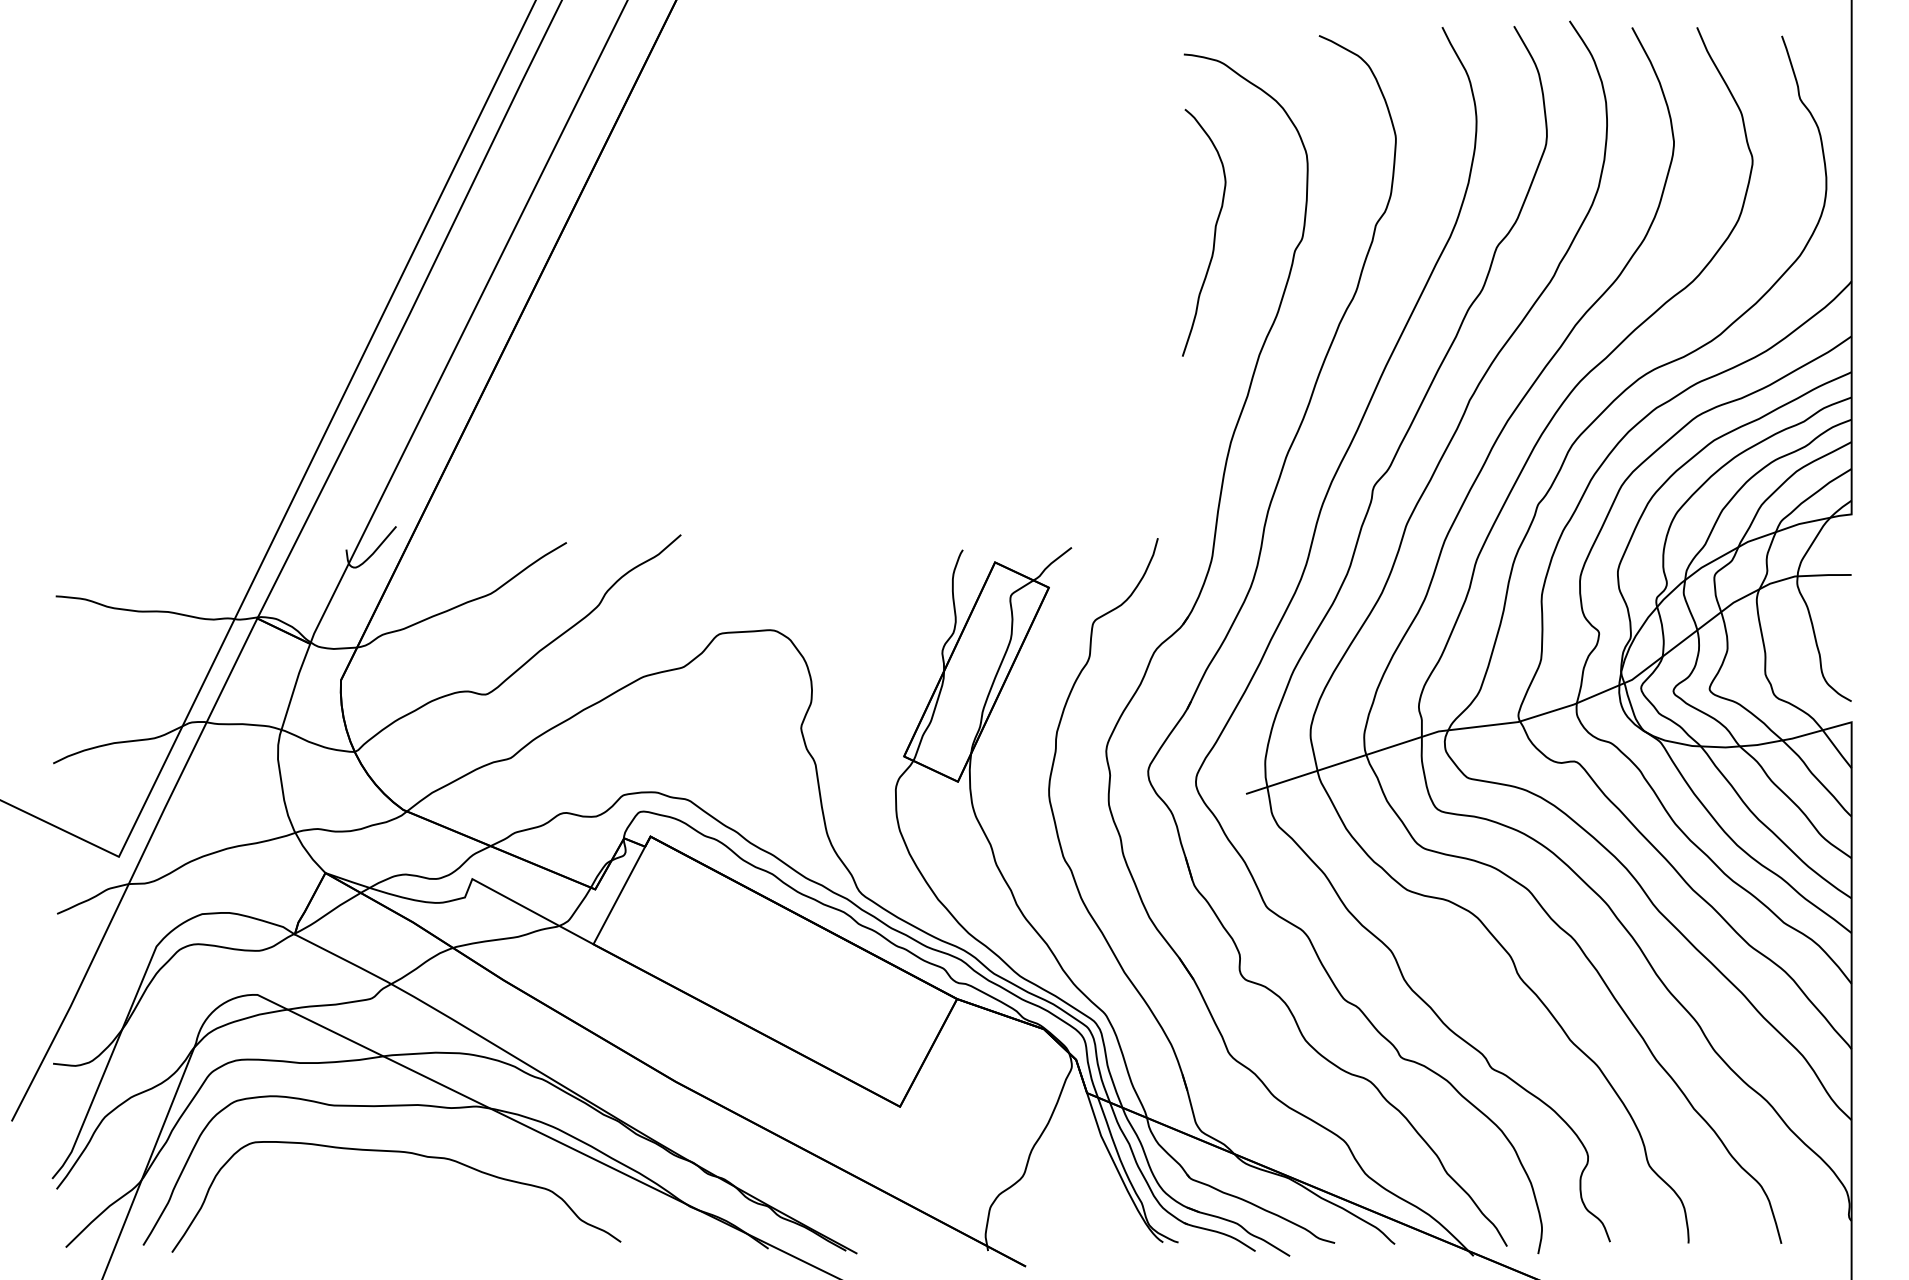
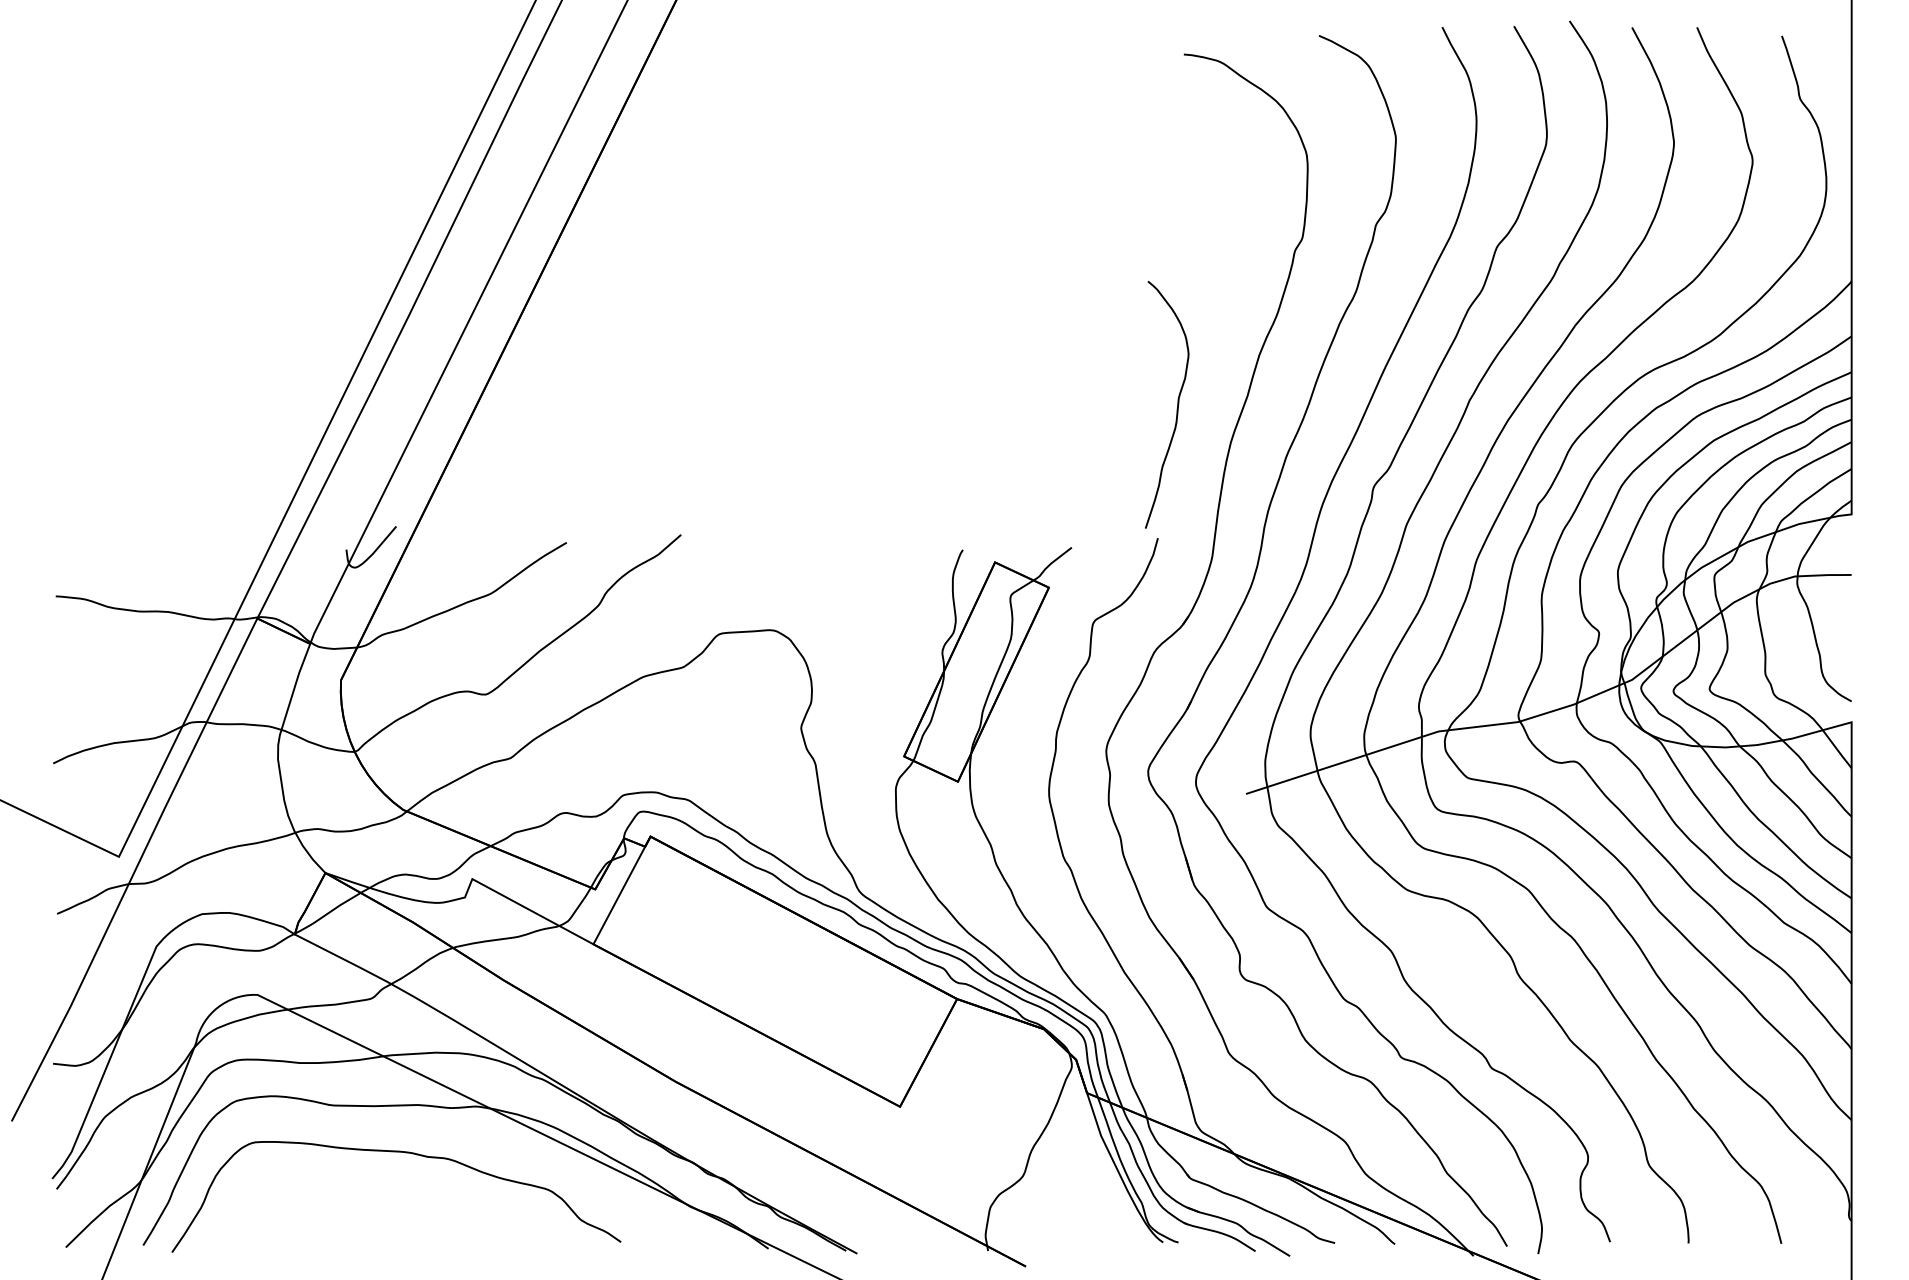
curve at (1213, 236) position: (1213, 236) -> (1176, 408)
